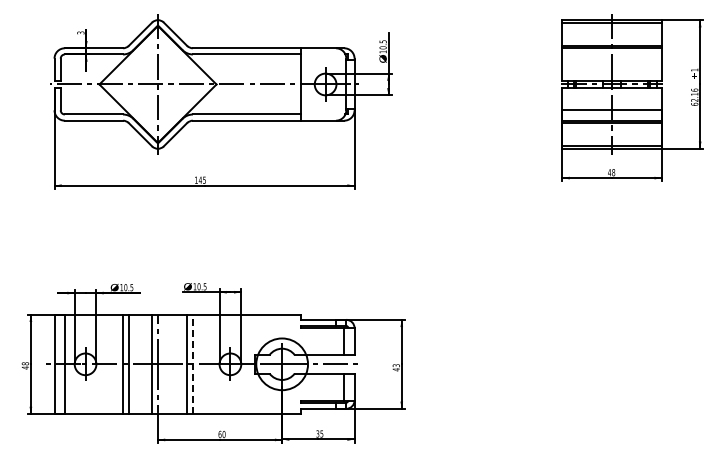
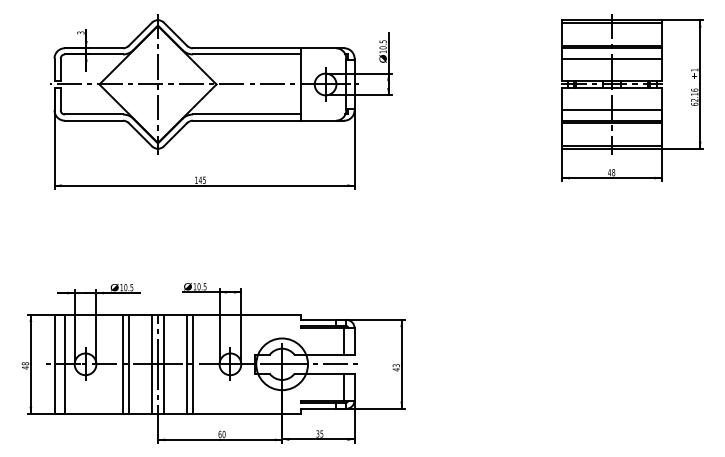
line at (611, 58): none -> present
line at (163, 364): none -> present
line at (192, 364): dashed -> solid
